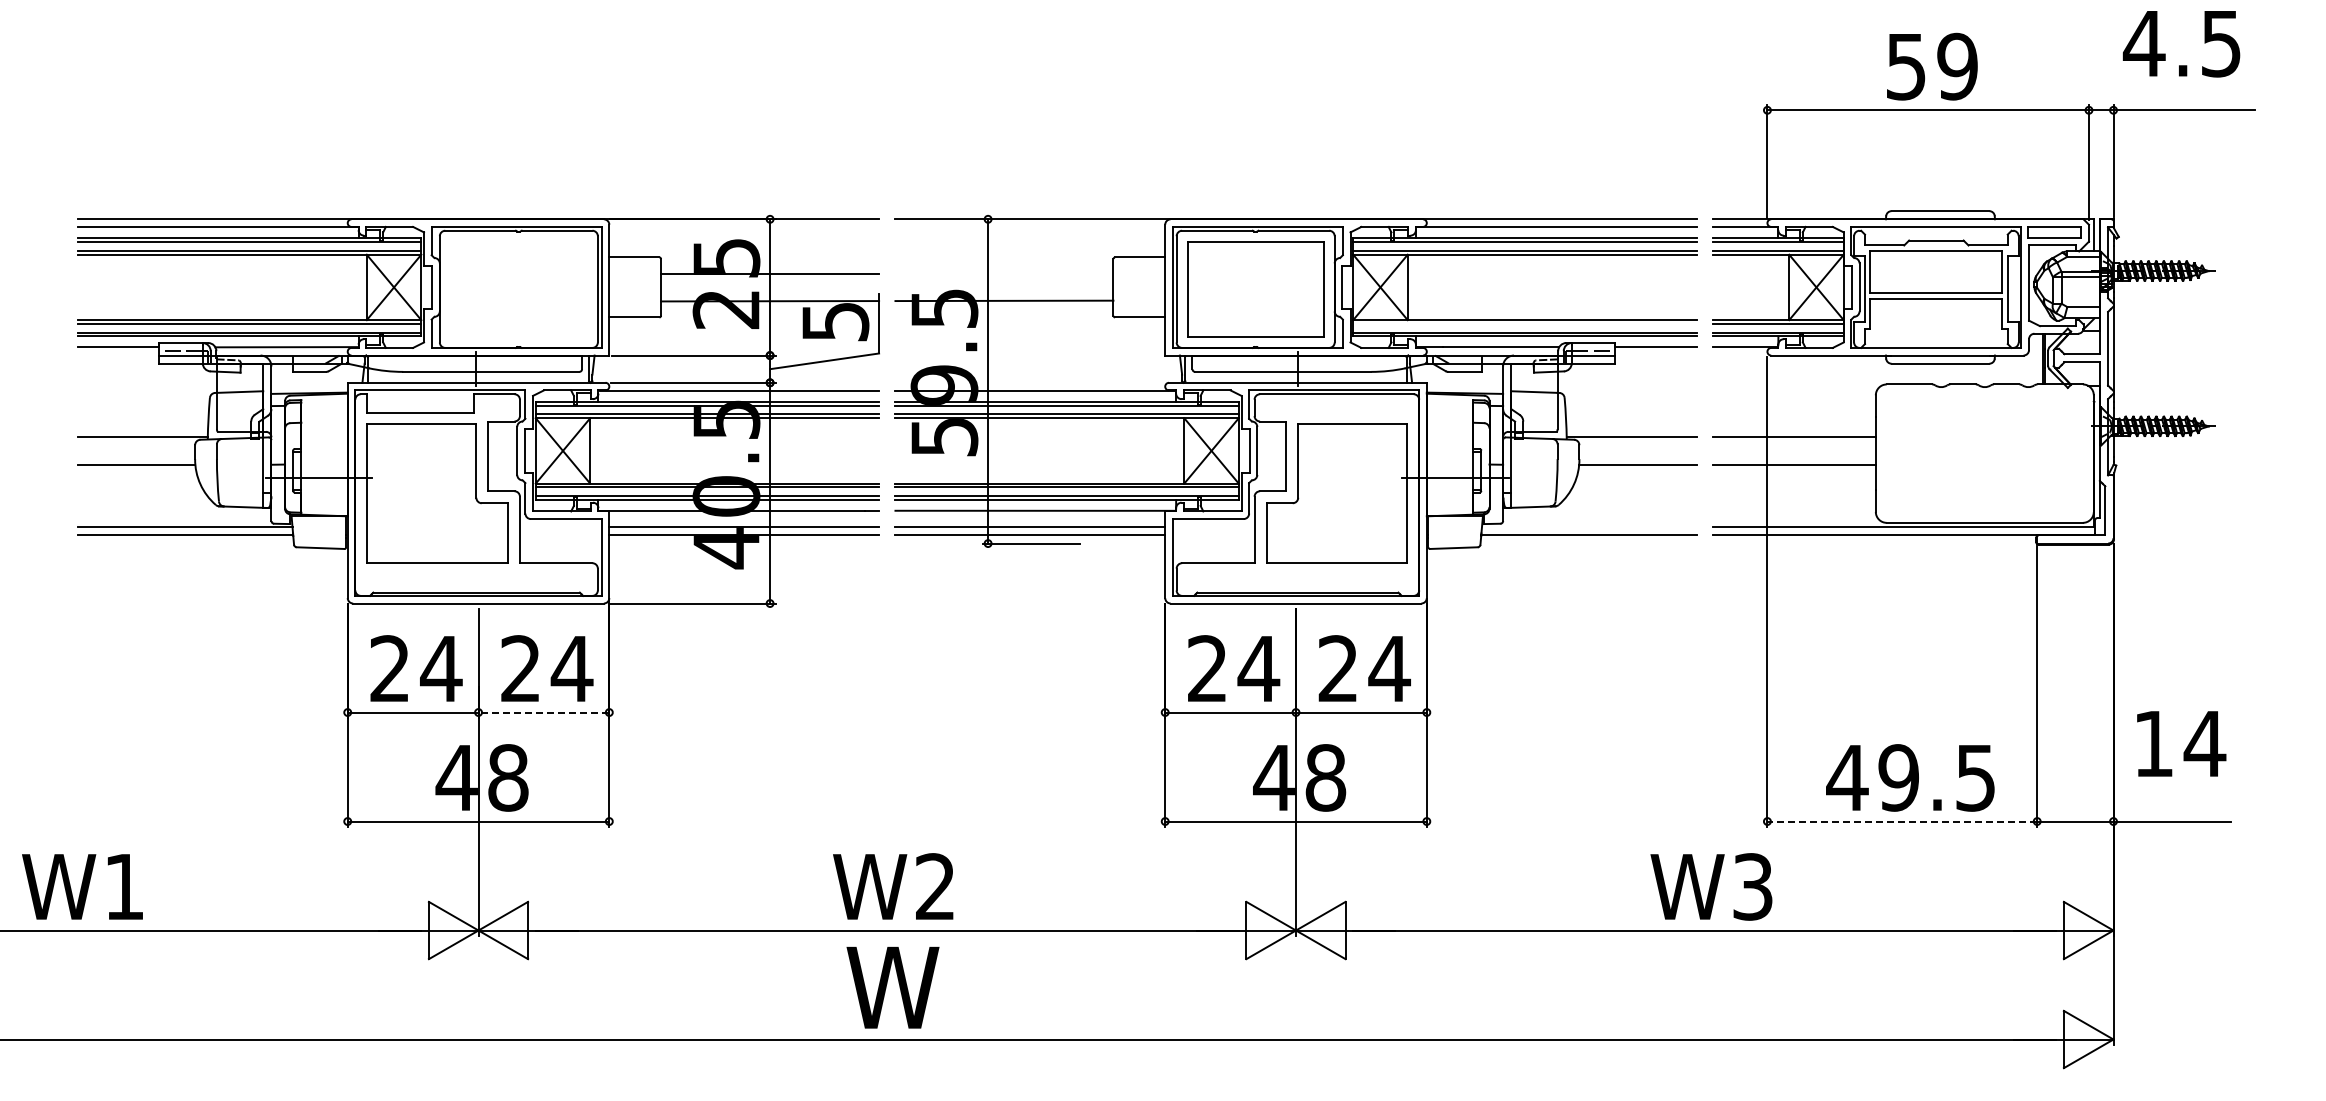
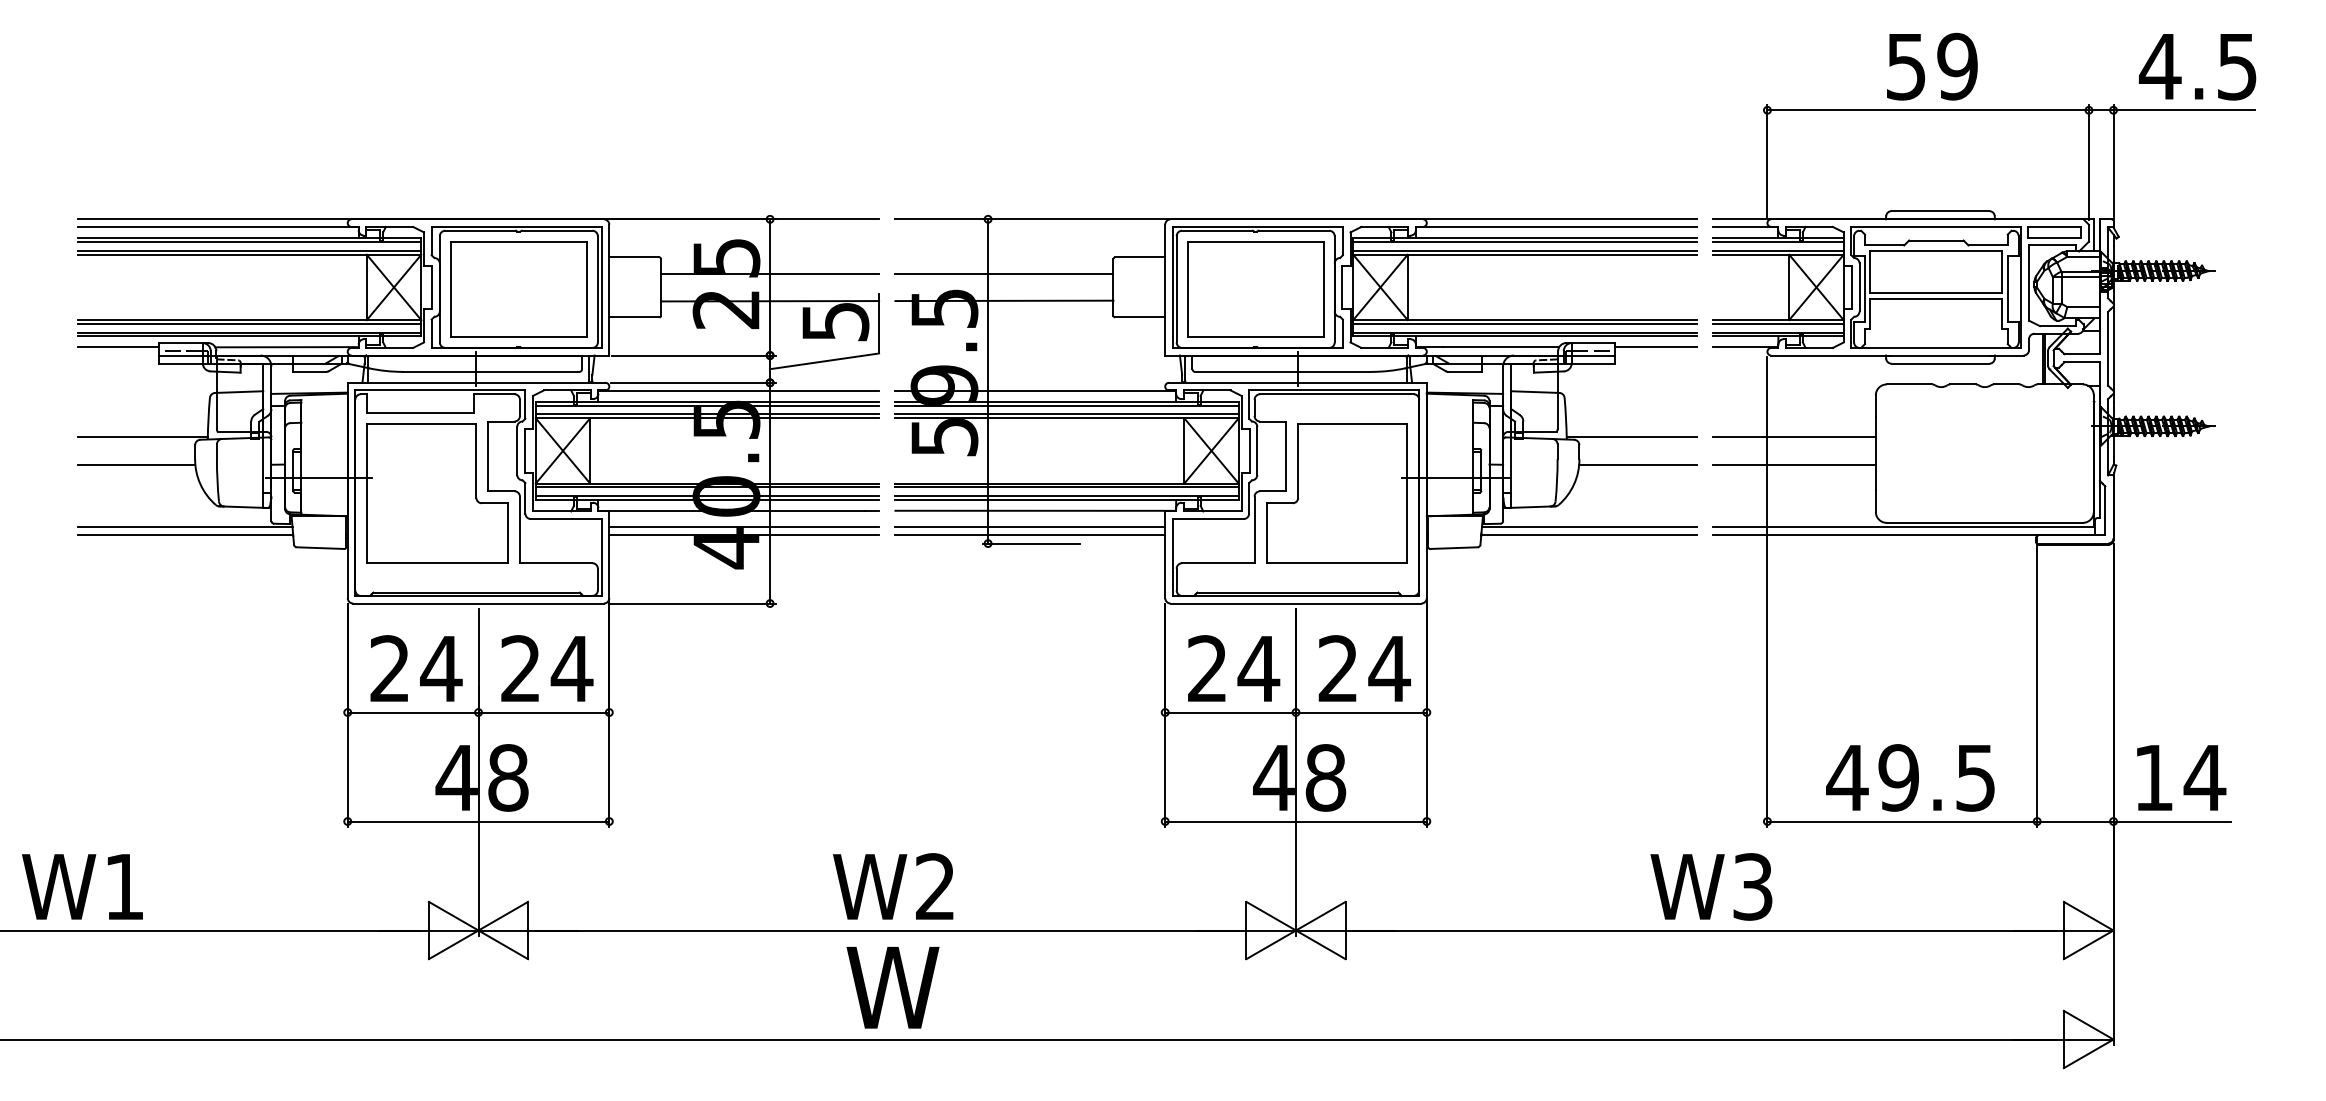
text at (2181, 44) position: (2181, 44) -> (2197, 67)
line at (1004, 273): none -> present
part at (518, 289): none -> present
line at (1524, 323): none -> present
line at (1588, 527): none -> present
line at (543, 712): dashed -> solid
text at (2181, 743) position: (2181, 743) -> (2181, 777)
line at (1902, 821): dashed -> solid
